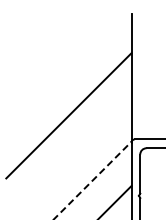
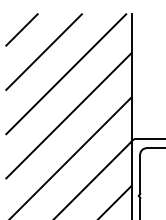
line at (21, 29): none -> present
line at (43, 51): none -> present
line at (66, 74): none -> present
line at (71, 156): none -> present
line at (92, 180): dashed -> solid
